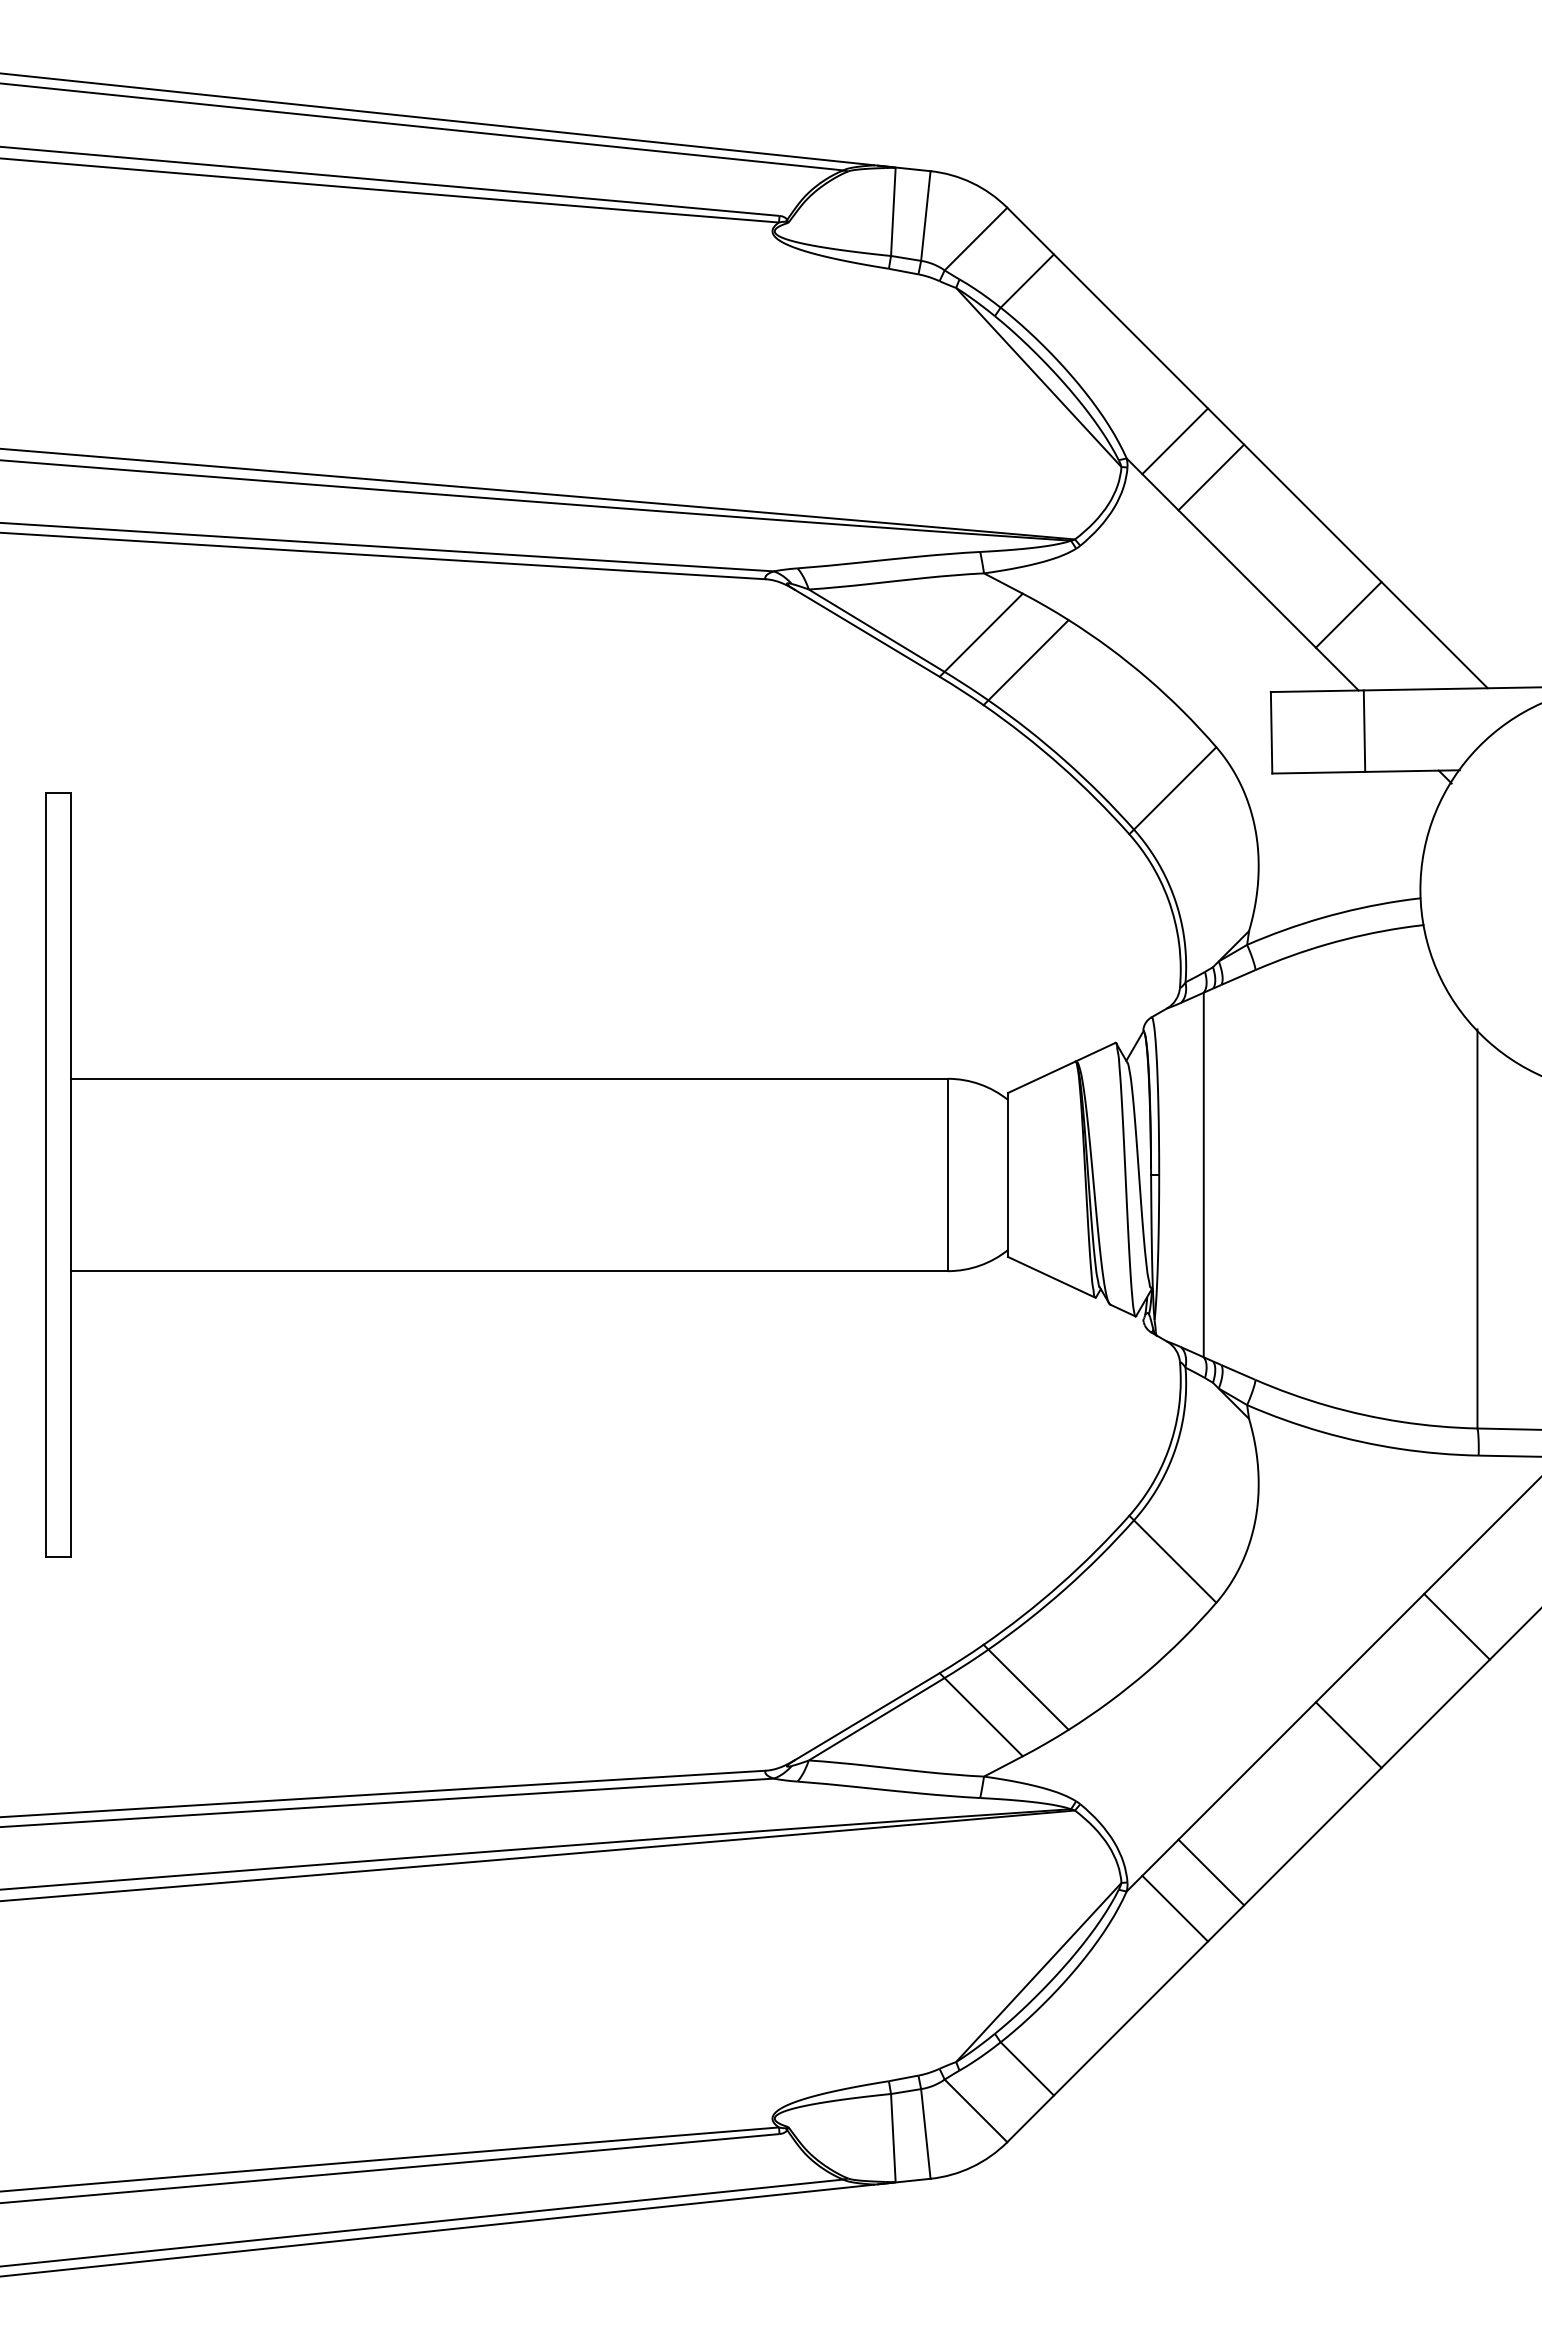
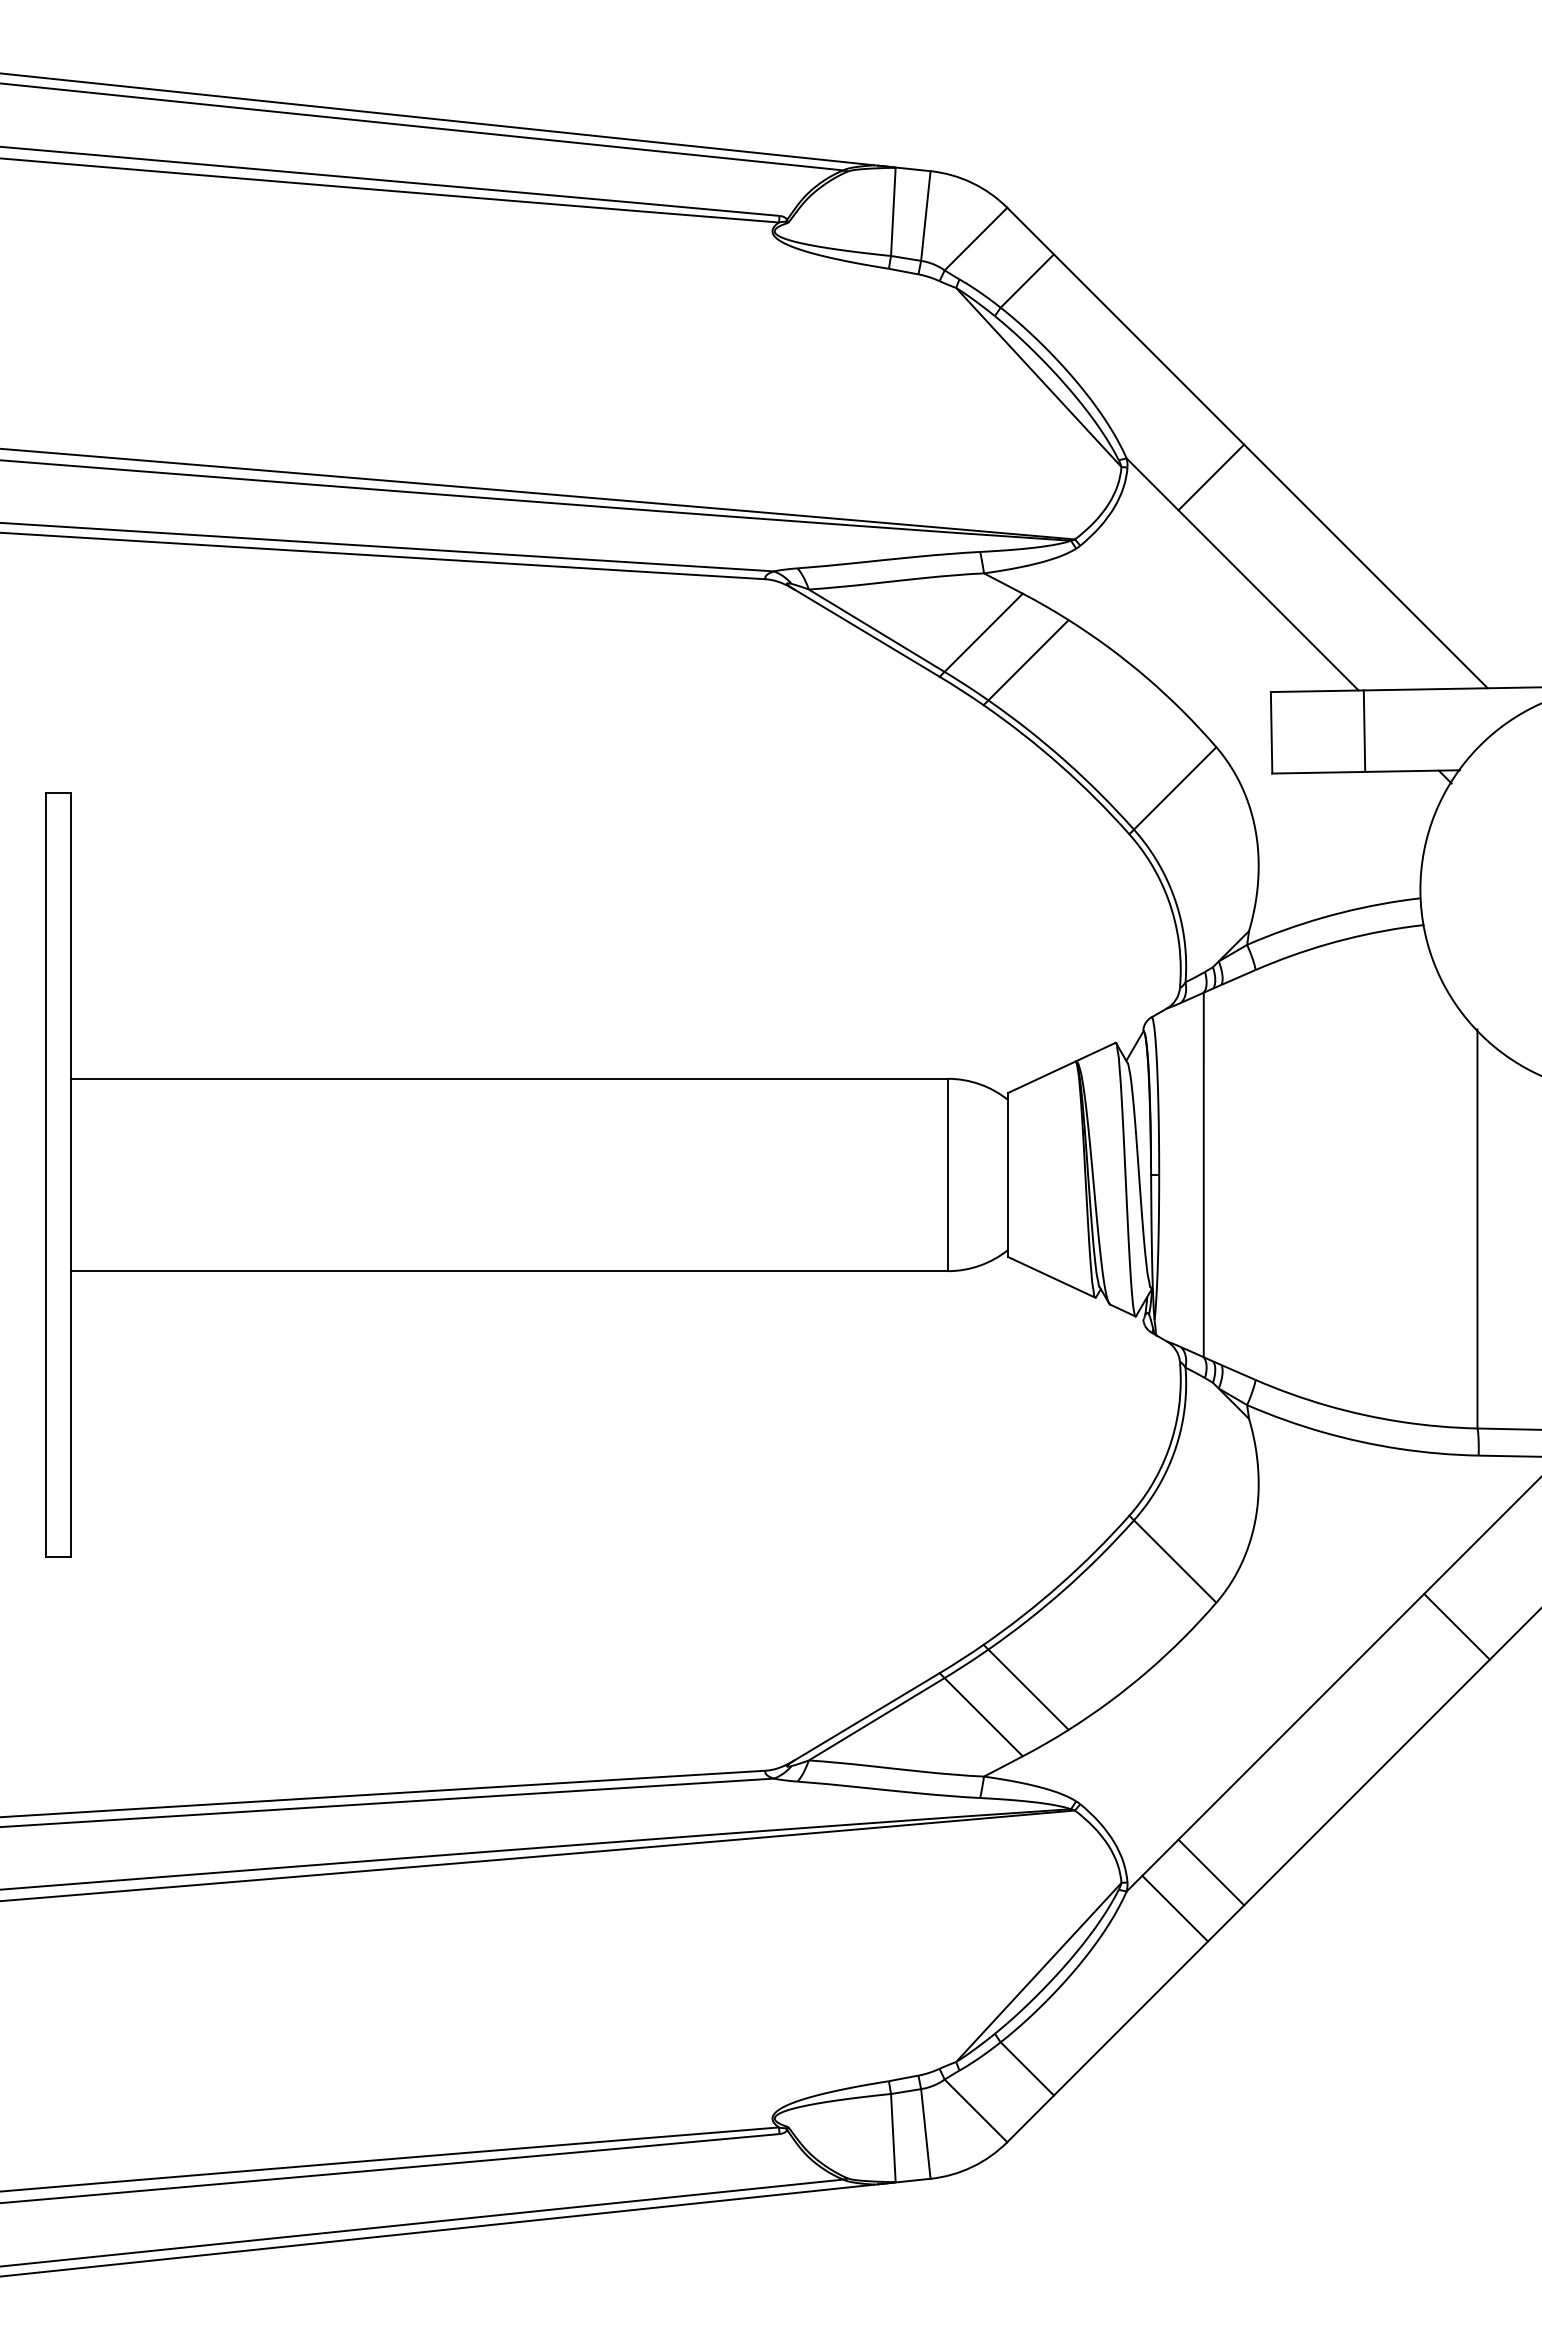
line at (1175, 441): present -> none
line at (1348, 614): present -> none
line at (1348, 1734): present -> none
